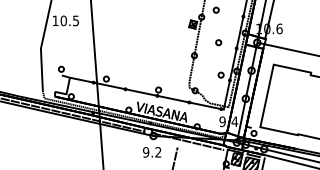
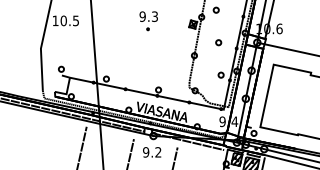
part at (148, 21): none -> present
line at (81, 146): none -> present
line at (130, 152): none -> present
